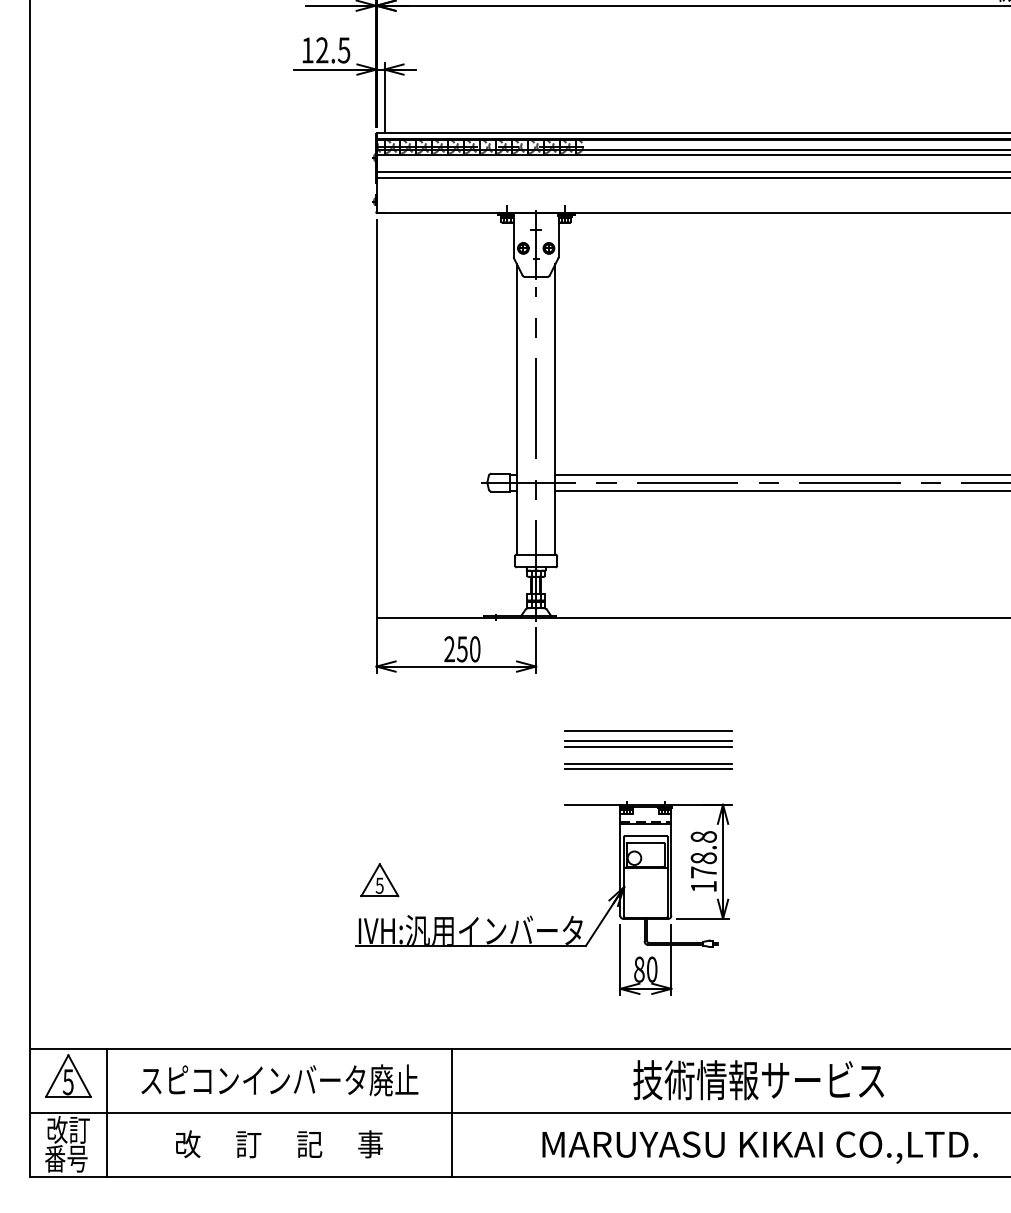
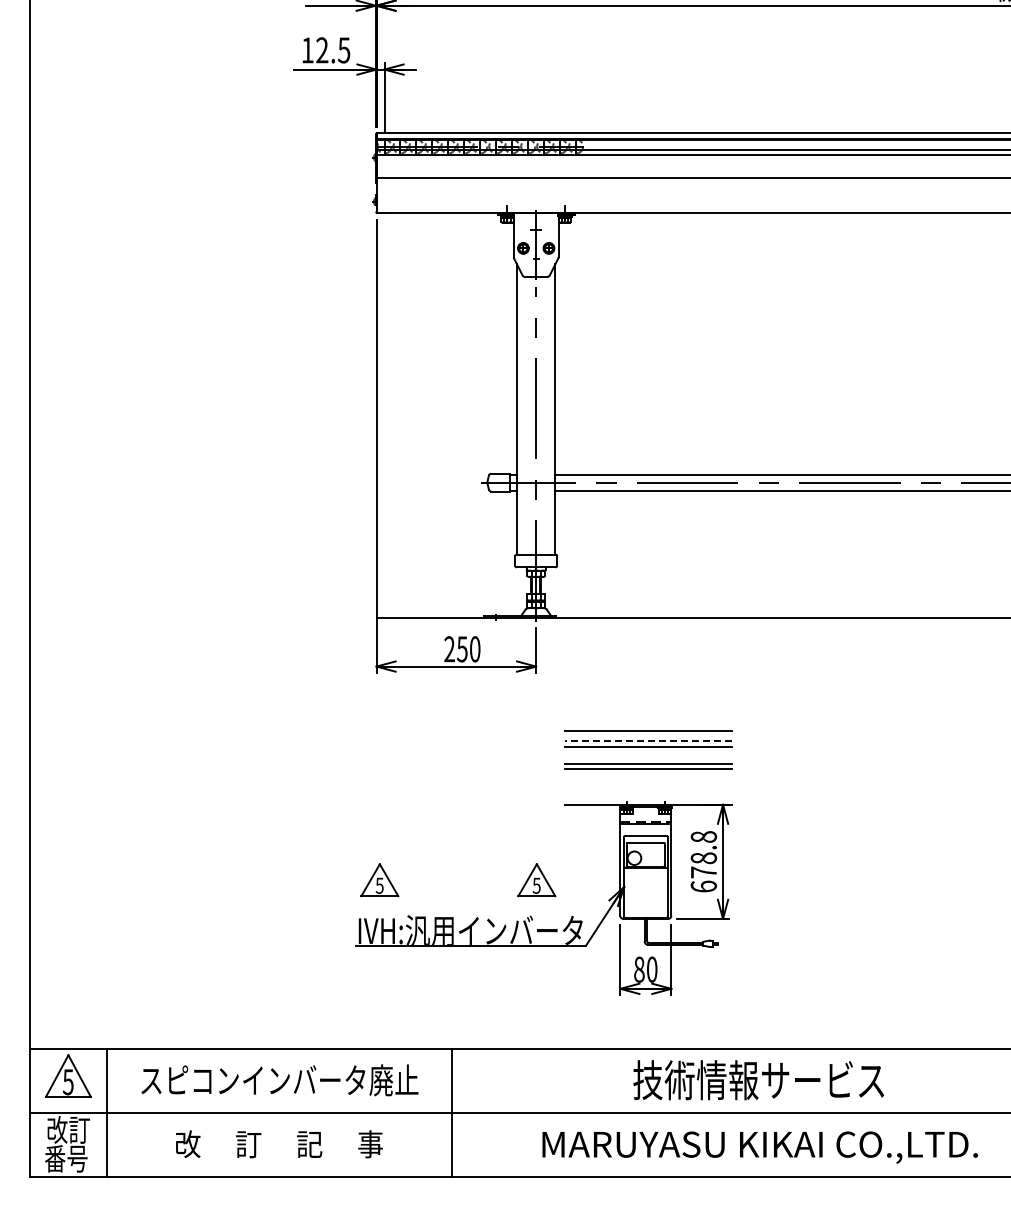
line at (691, 172): present -> none
line at (648, 741): solid -> dashed
part at (536, 880): none -> present
text at (703, 886): 178.8 -> 678.8
